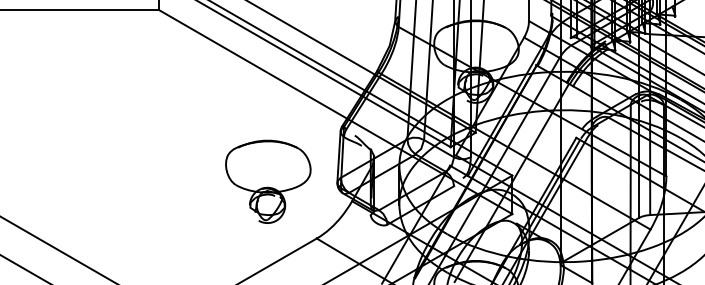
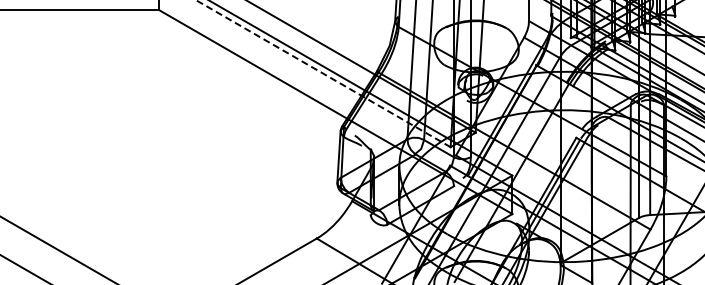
line at (323, 73): solid -> dashed
part at (268, 181): present -> none
